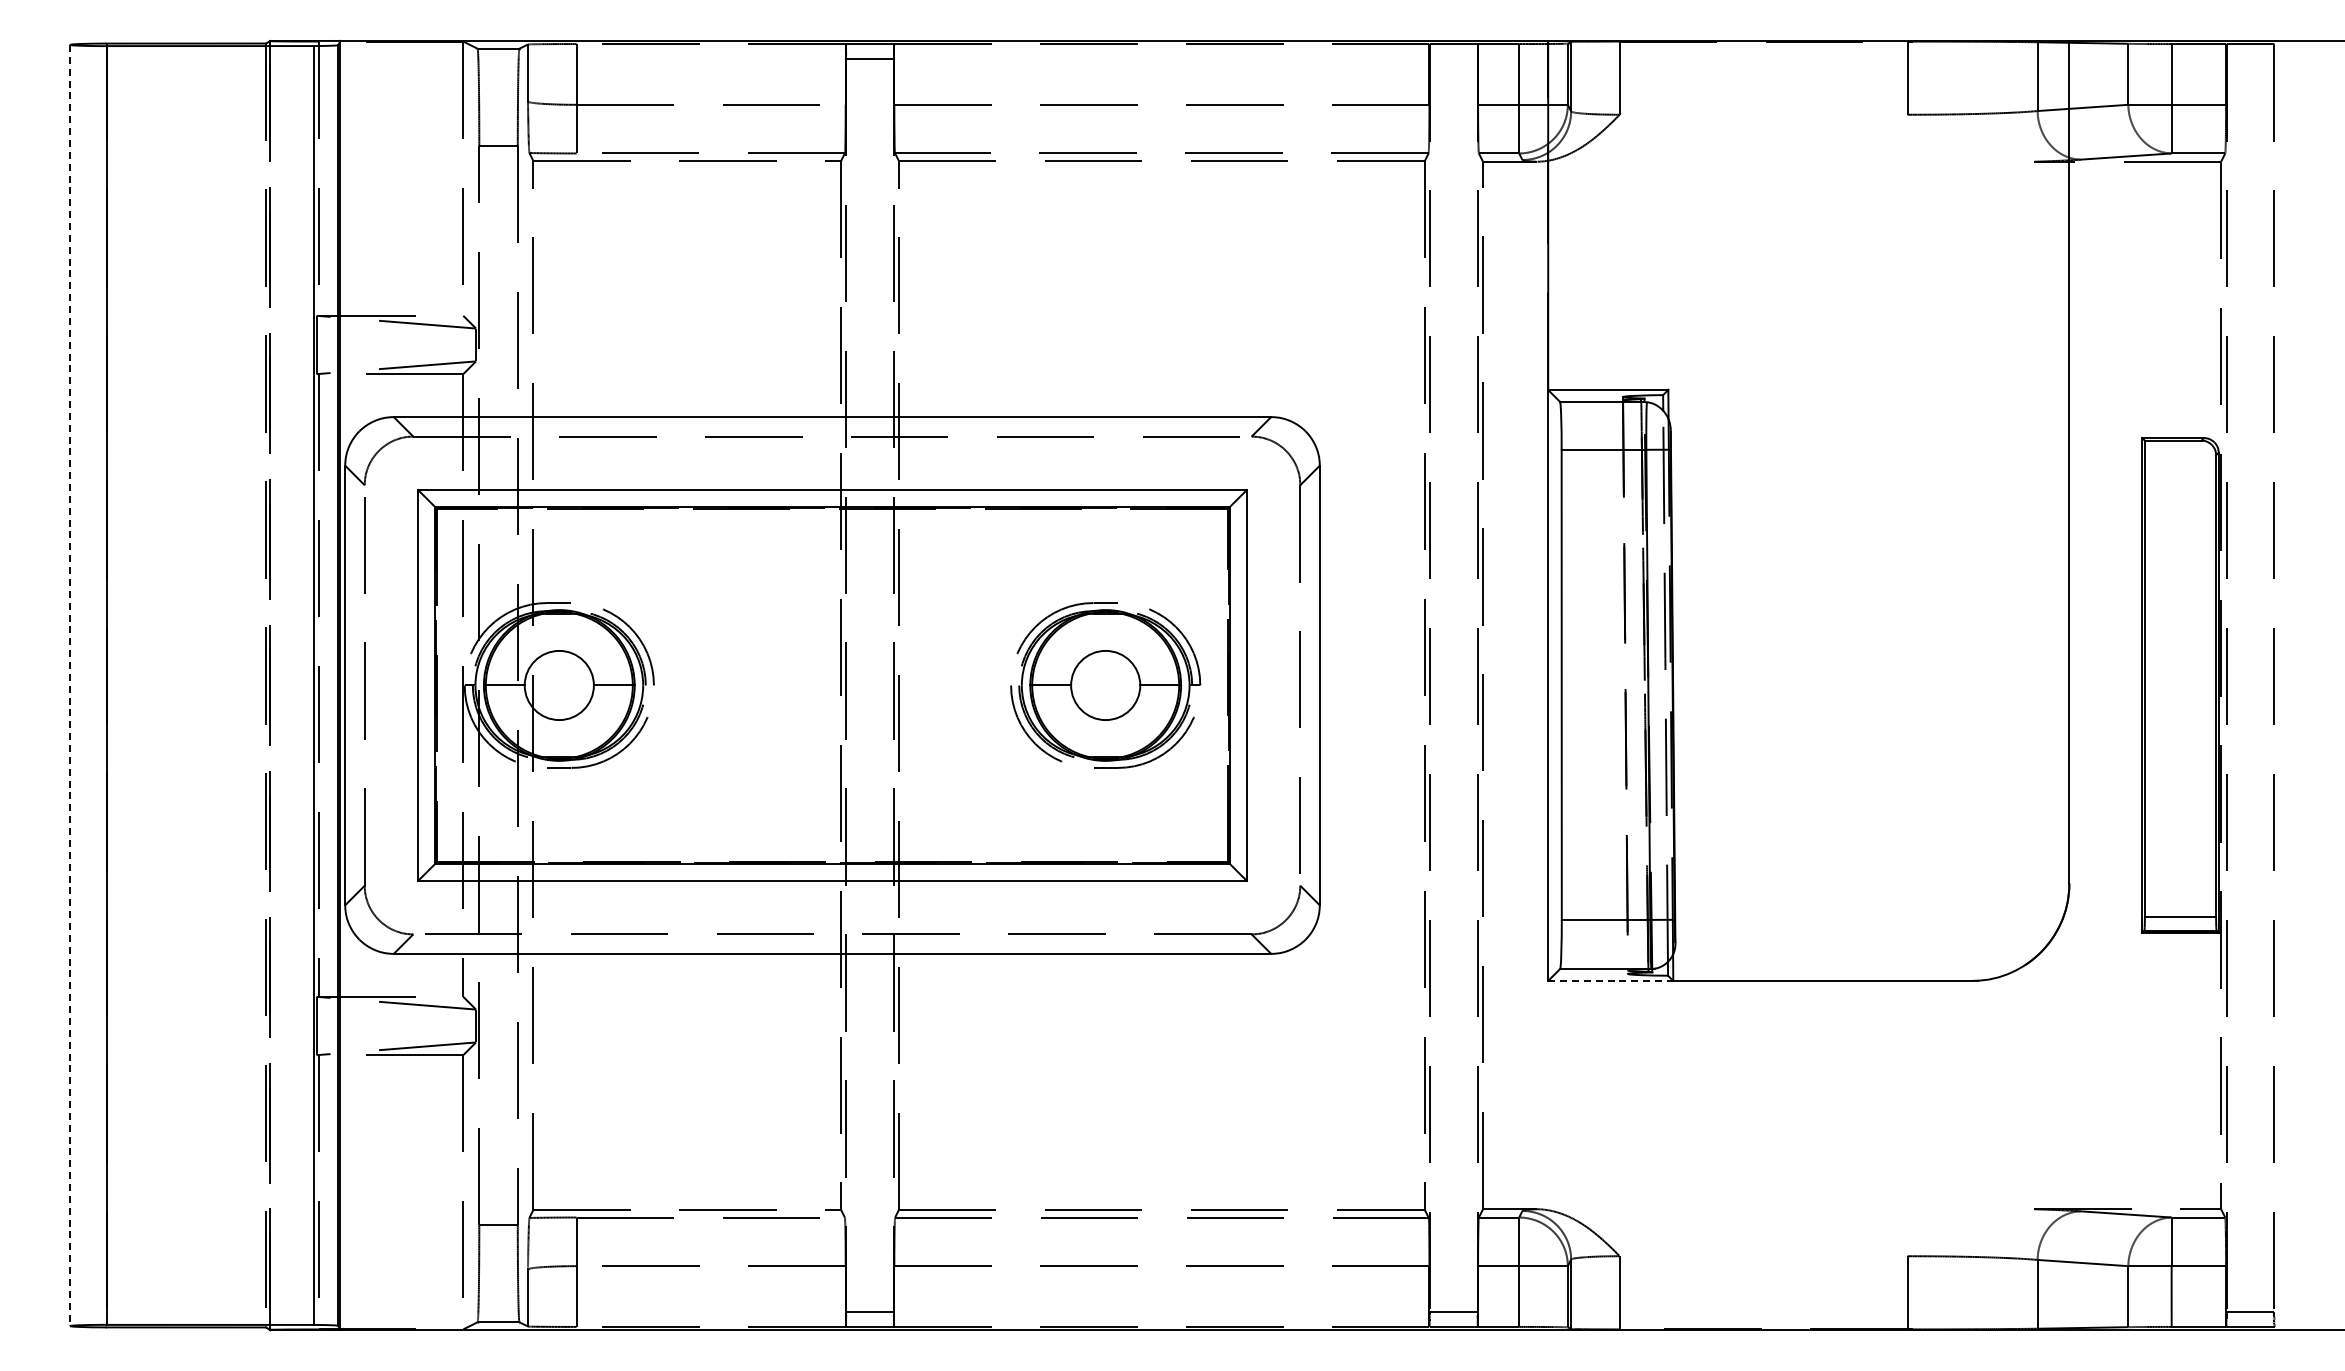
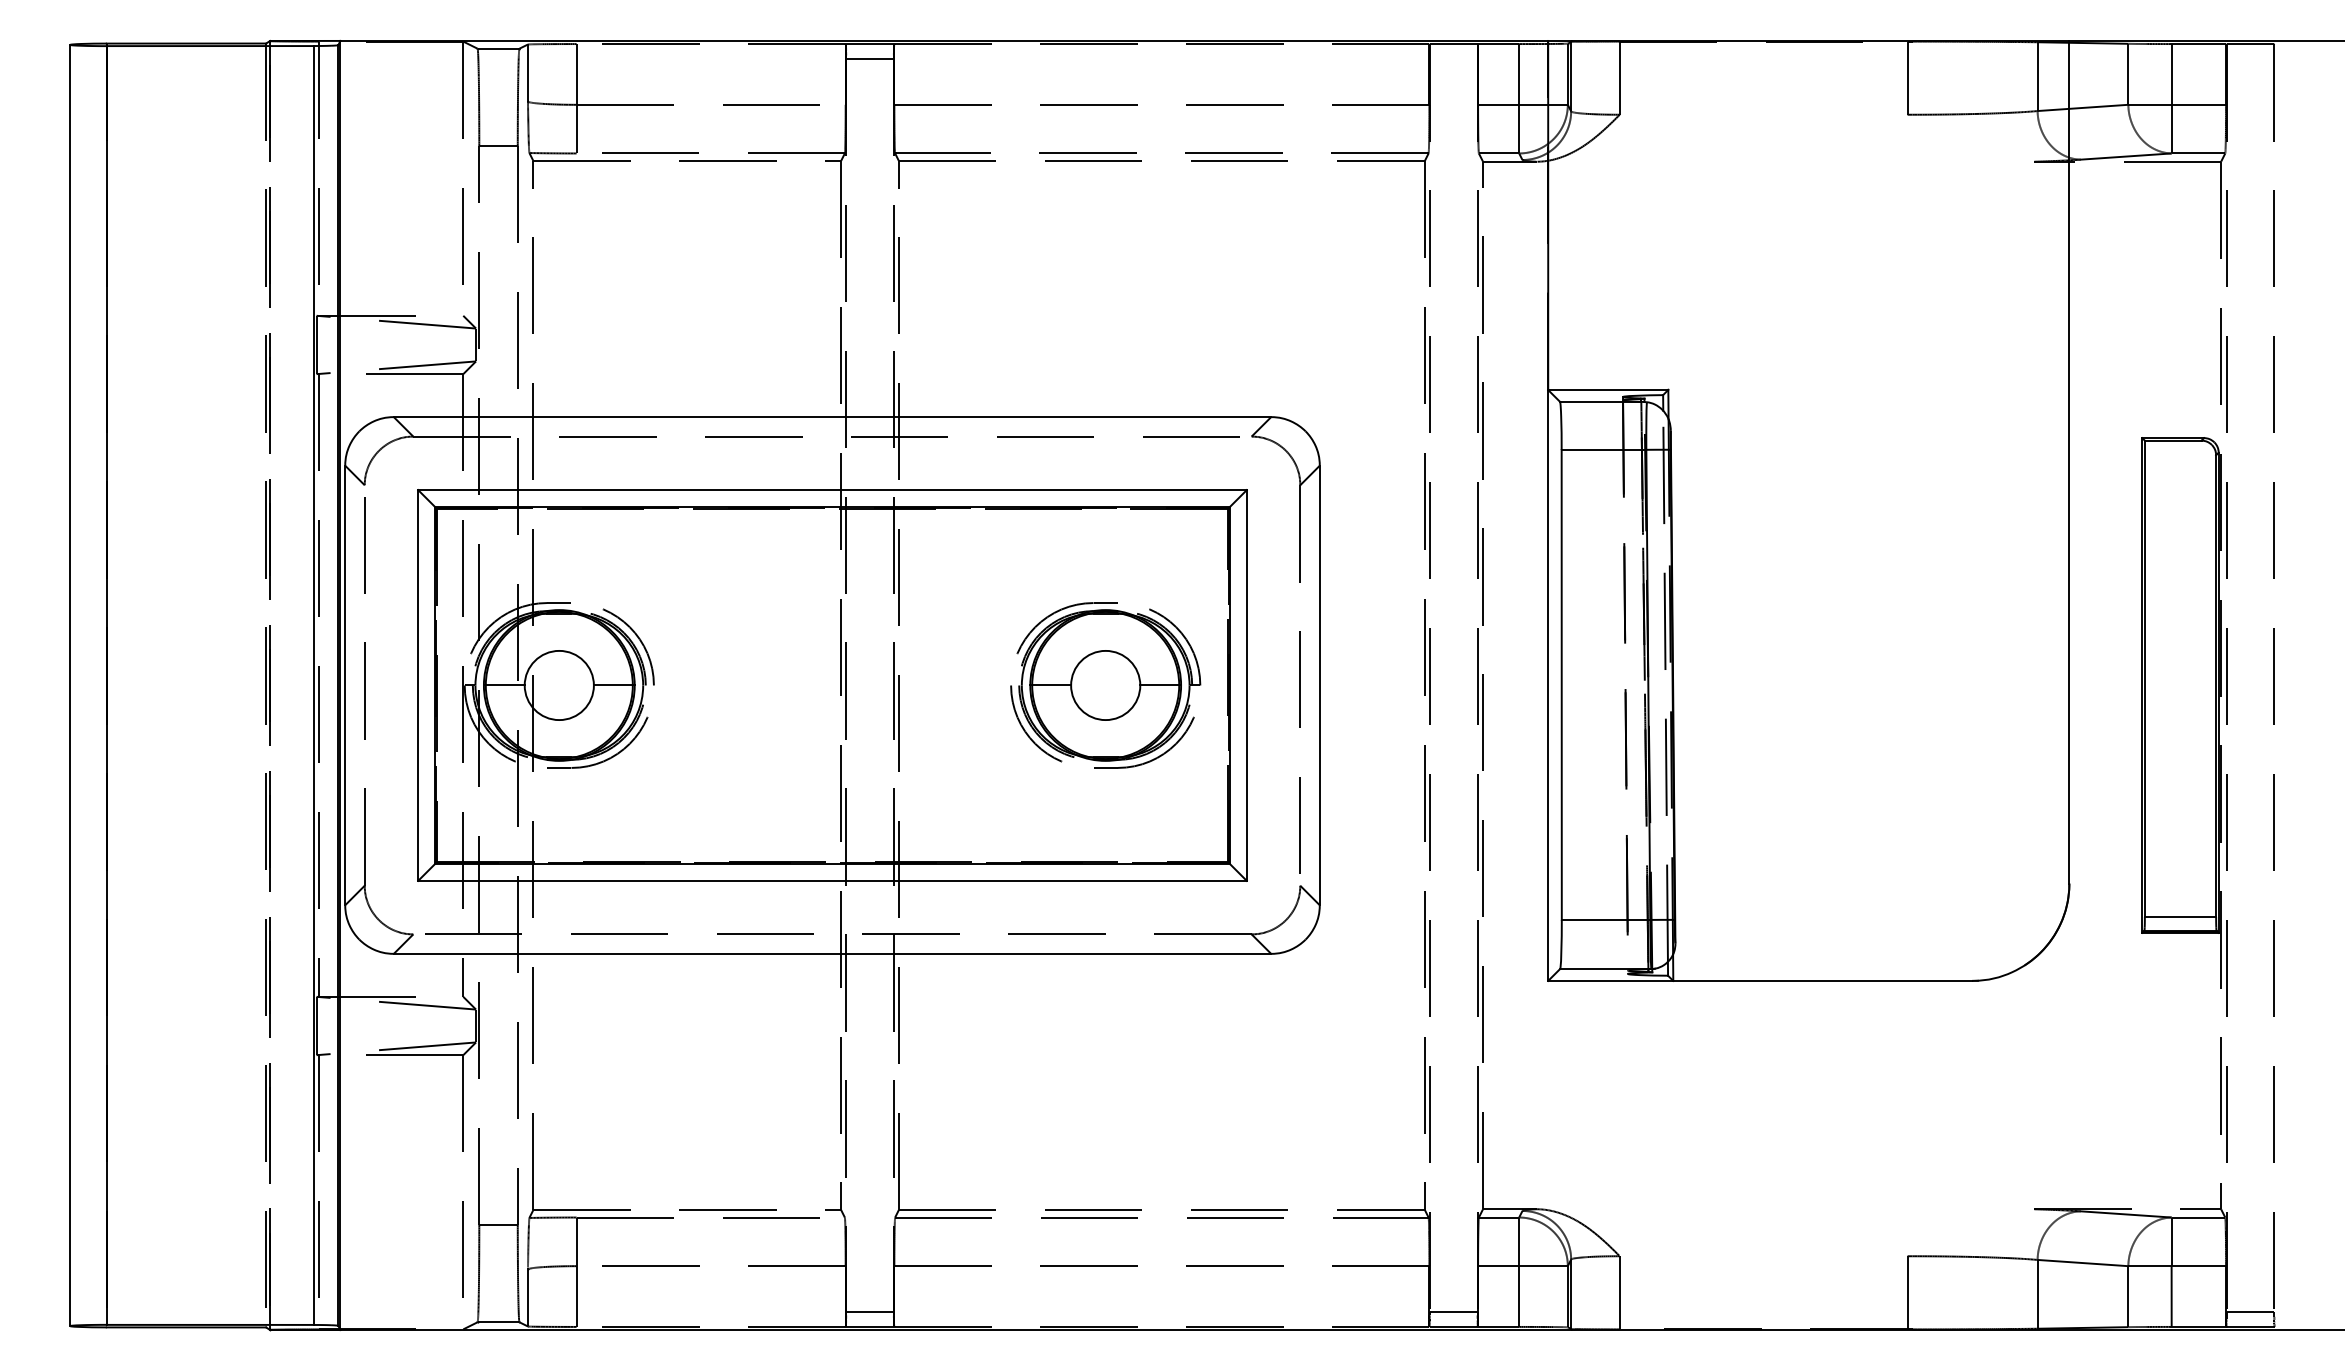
line at (70, 685): dashed -> solid
line at (1610, 980): dashed -> solid
